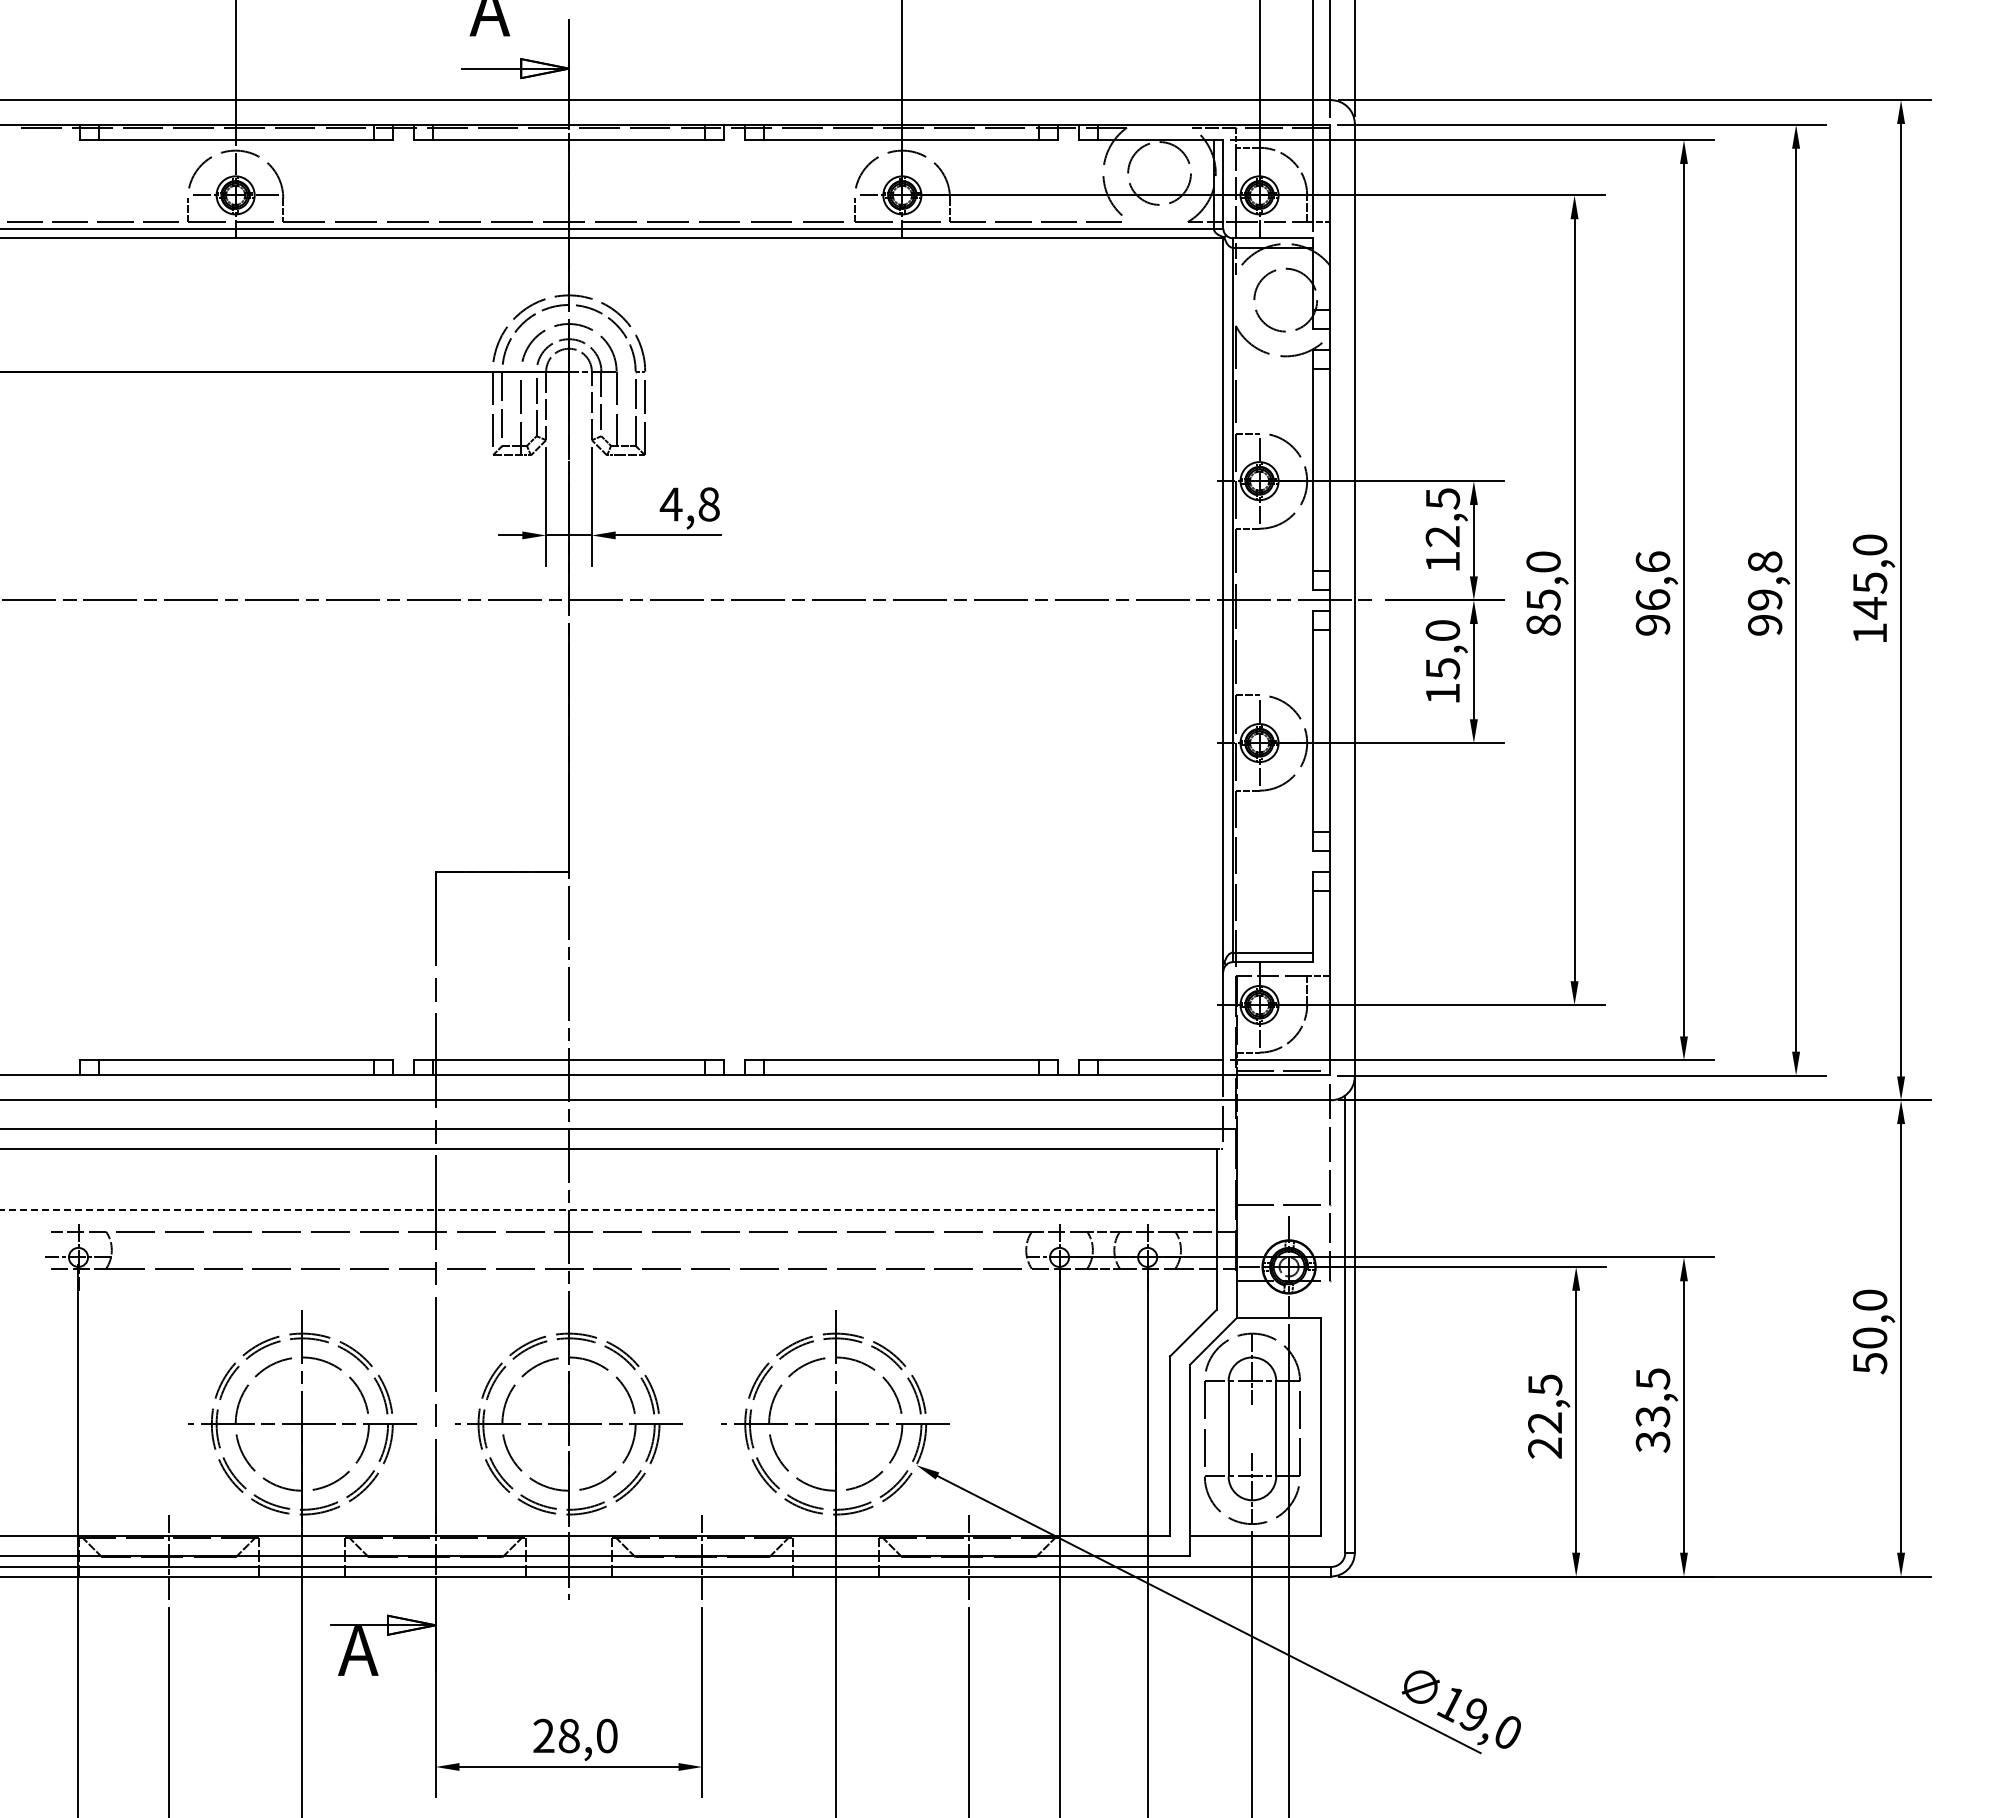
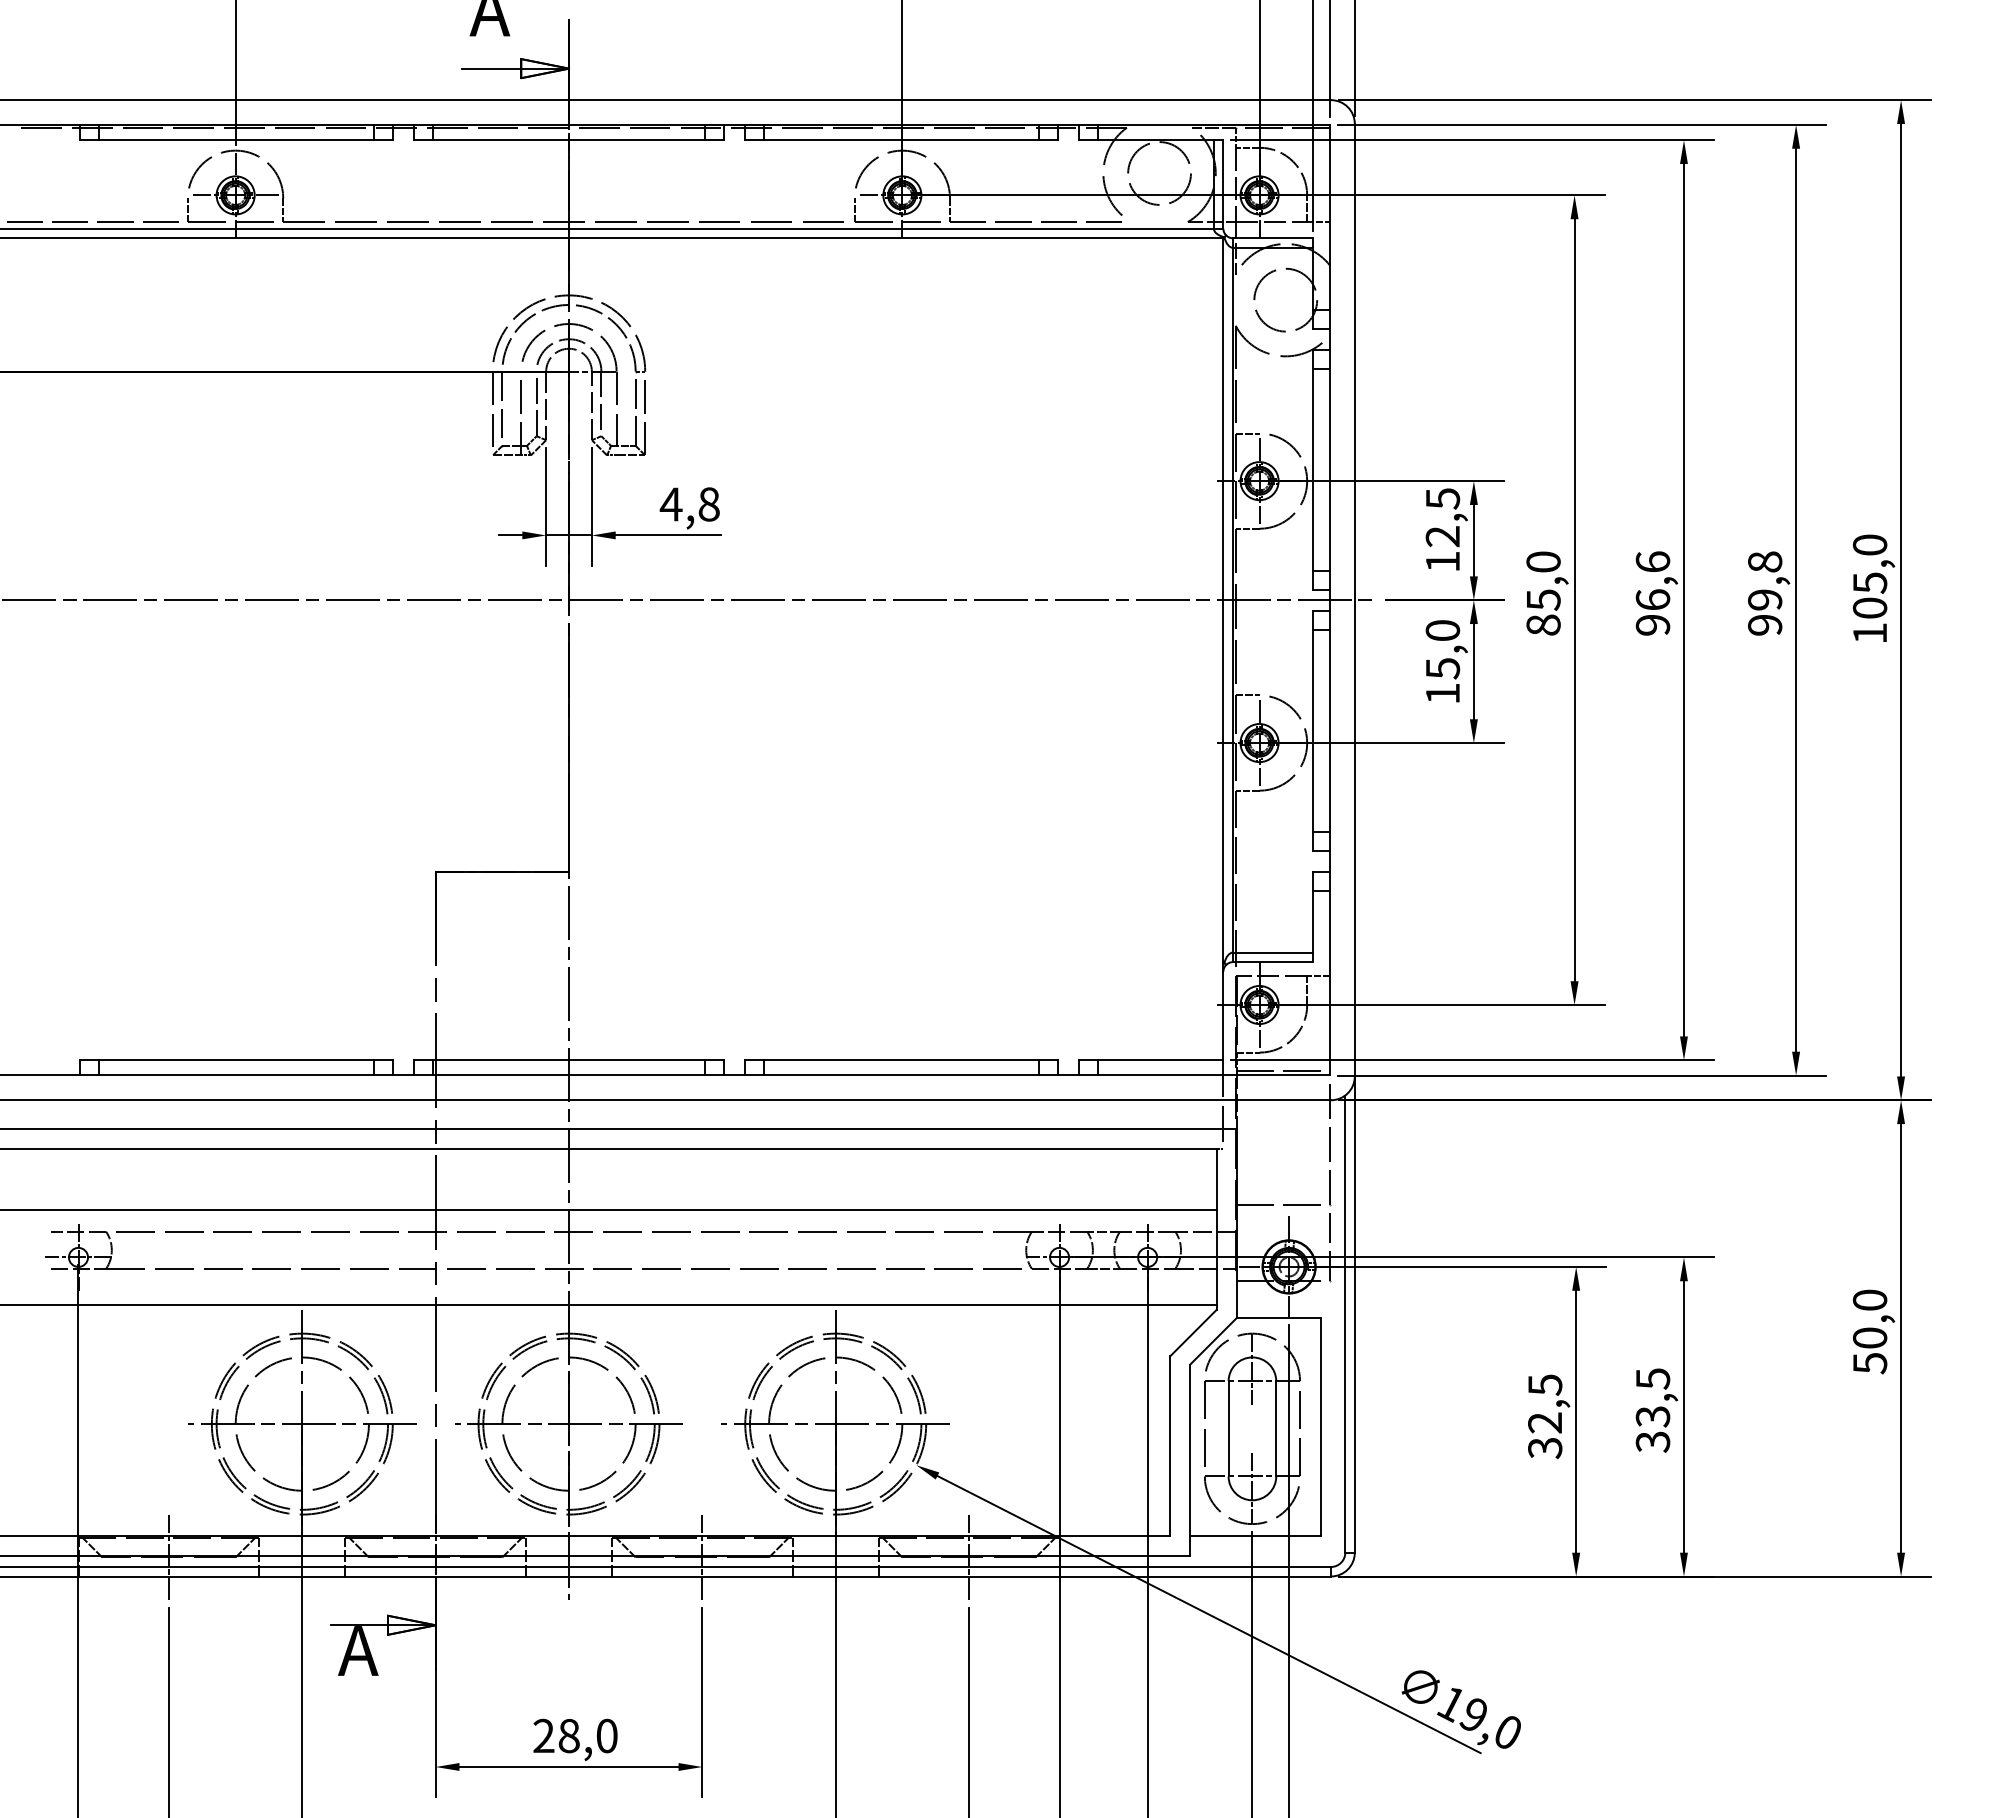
text at (1869, 608): 145,0 -> 105,0
line at (609, 1209): dashed -> solid
line at (609, 1305): none -> present
text at (1545, 1448): 22,5 -> 32,5
